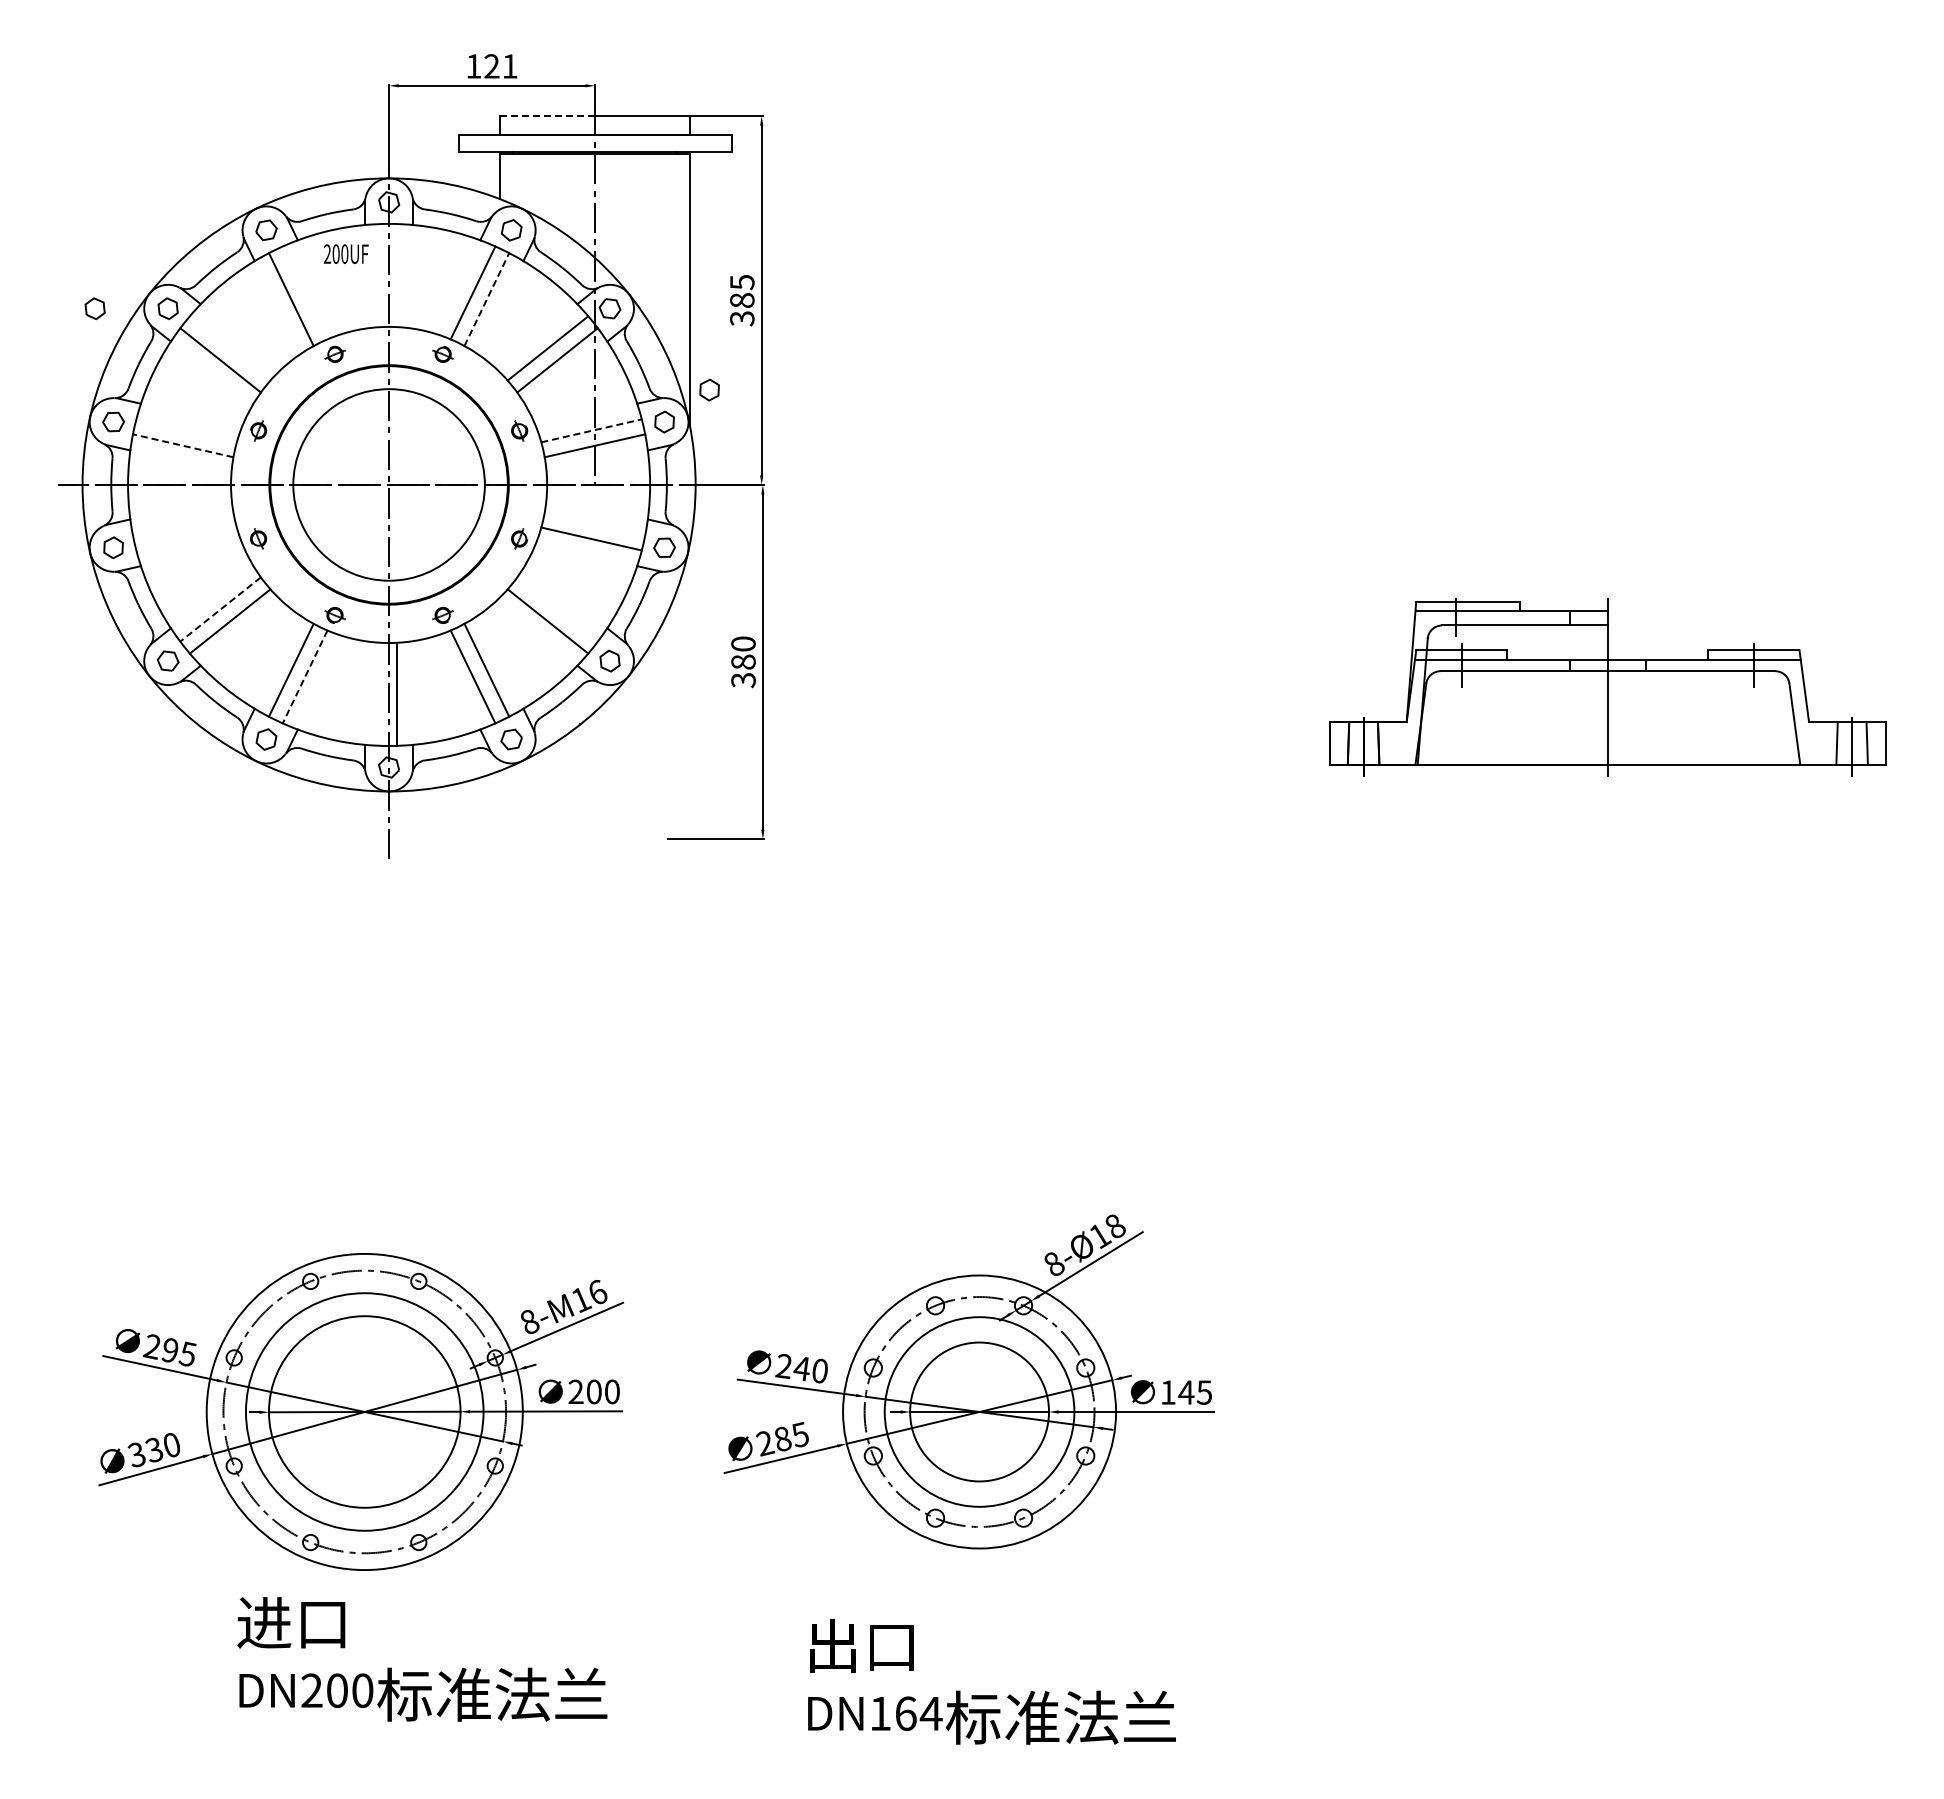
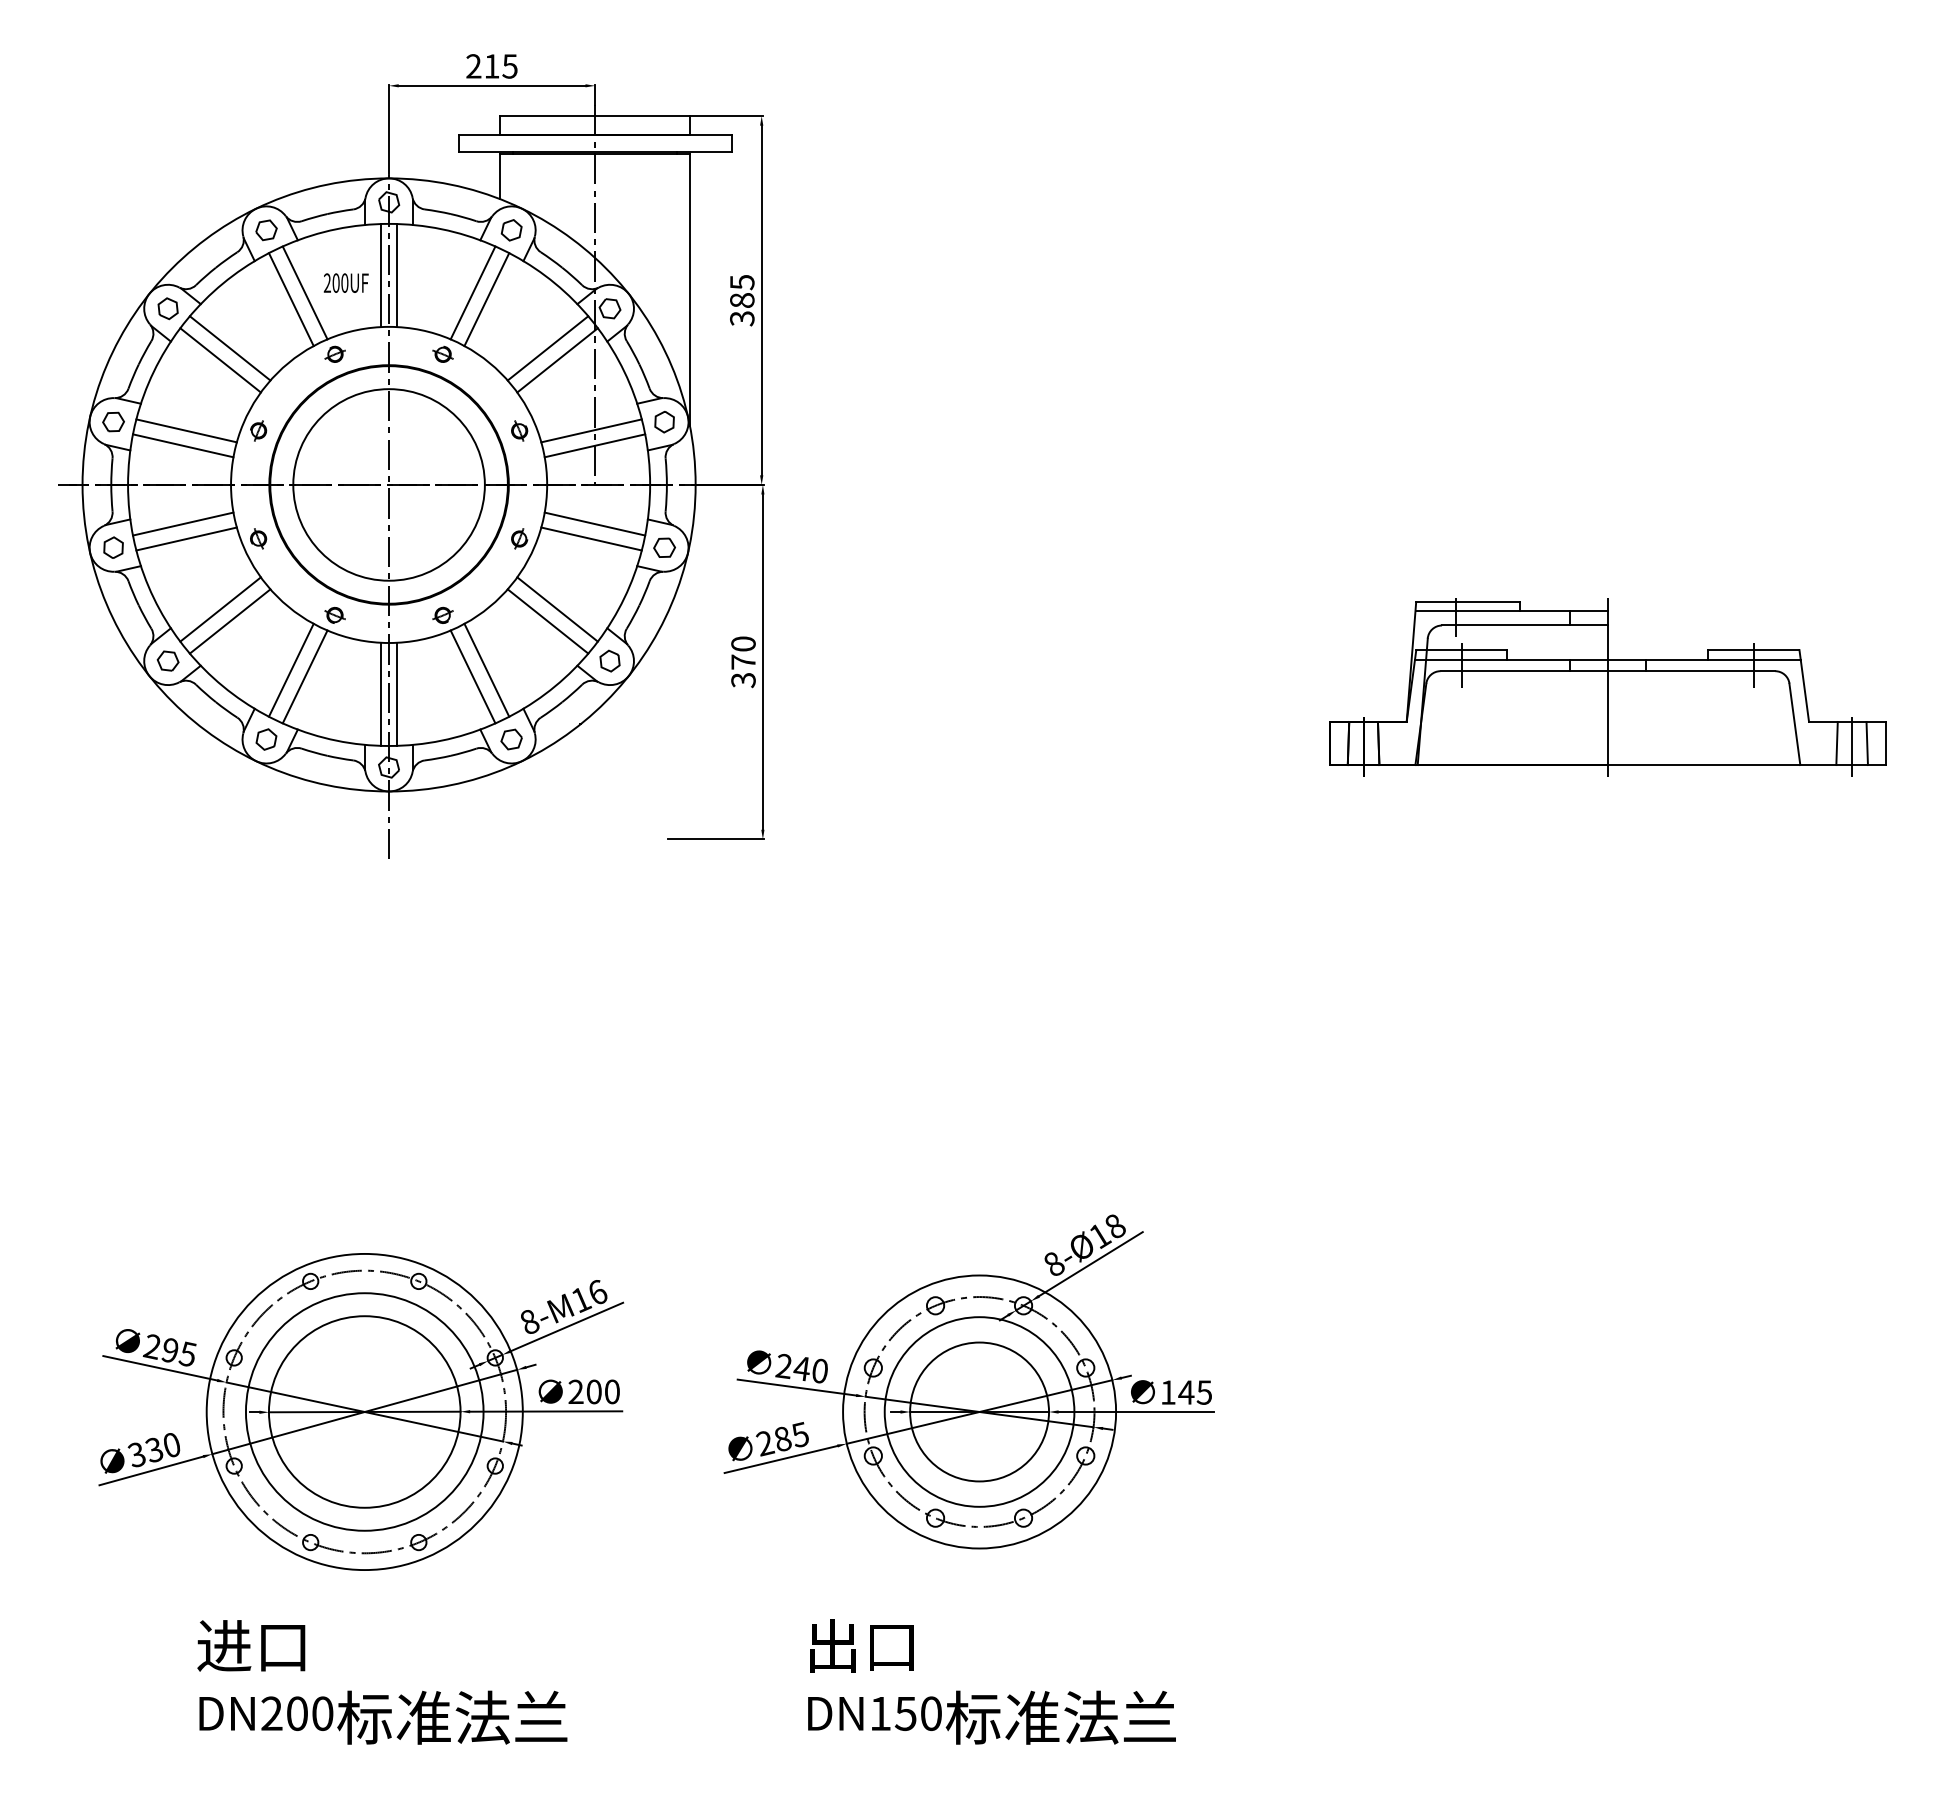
text at (491, 66): 121 -> 215
line at (547, 116): dashed -> solid
text at (345, 253) position: (345, 253) -> (345, 282)
line at (381, 275): none -> present
line at (396, 275): none -> present
line at (304, 292): none -> present
line at (486, 299): dashed -> solid
part at (94, 308): present -> none
line at (229, 348): none -> present
part at (709, 390): present -> none
line at (186, 430): none -> present
line at (591, 430): dashed -> solid
line at (183, 445): dashed -> solid
line at (183, 523): none -> present
line at (594, 523): none -> present
line at (186, 538): none -> present
line at (220, 609): dashed -> solid
line at (557, 609): none -> present
text at (743, 661): 380 -> 370
line at (305, 676): dashed -> solid
line at (381, 693): none -> present
text at (422, 1659) position: (422, 1659) -> (382, 1682)
text at (918, 1713): DN164 -> DN150
